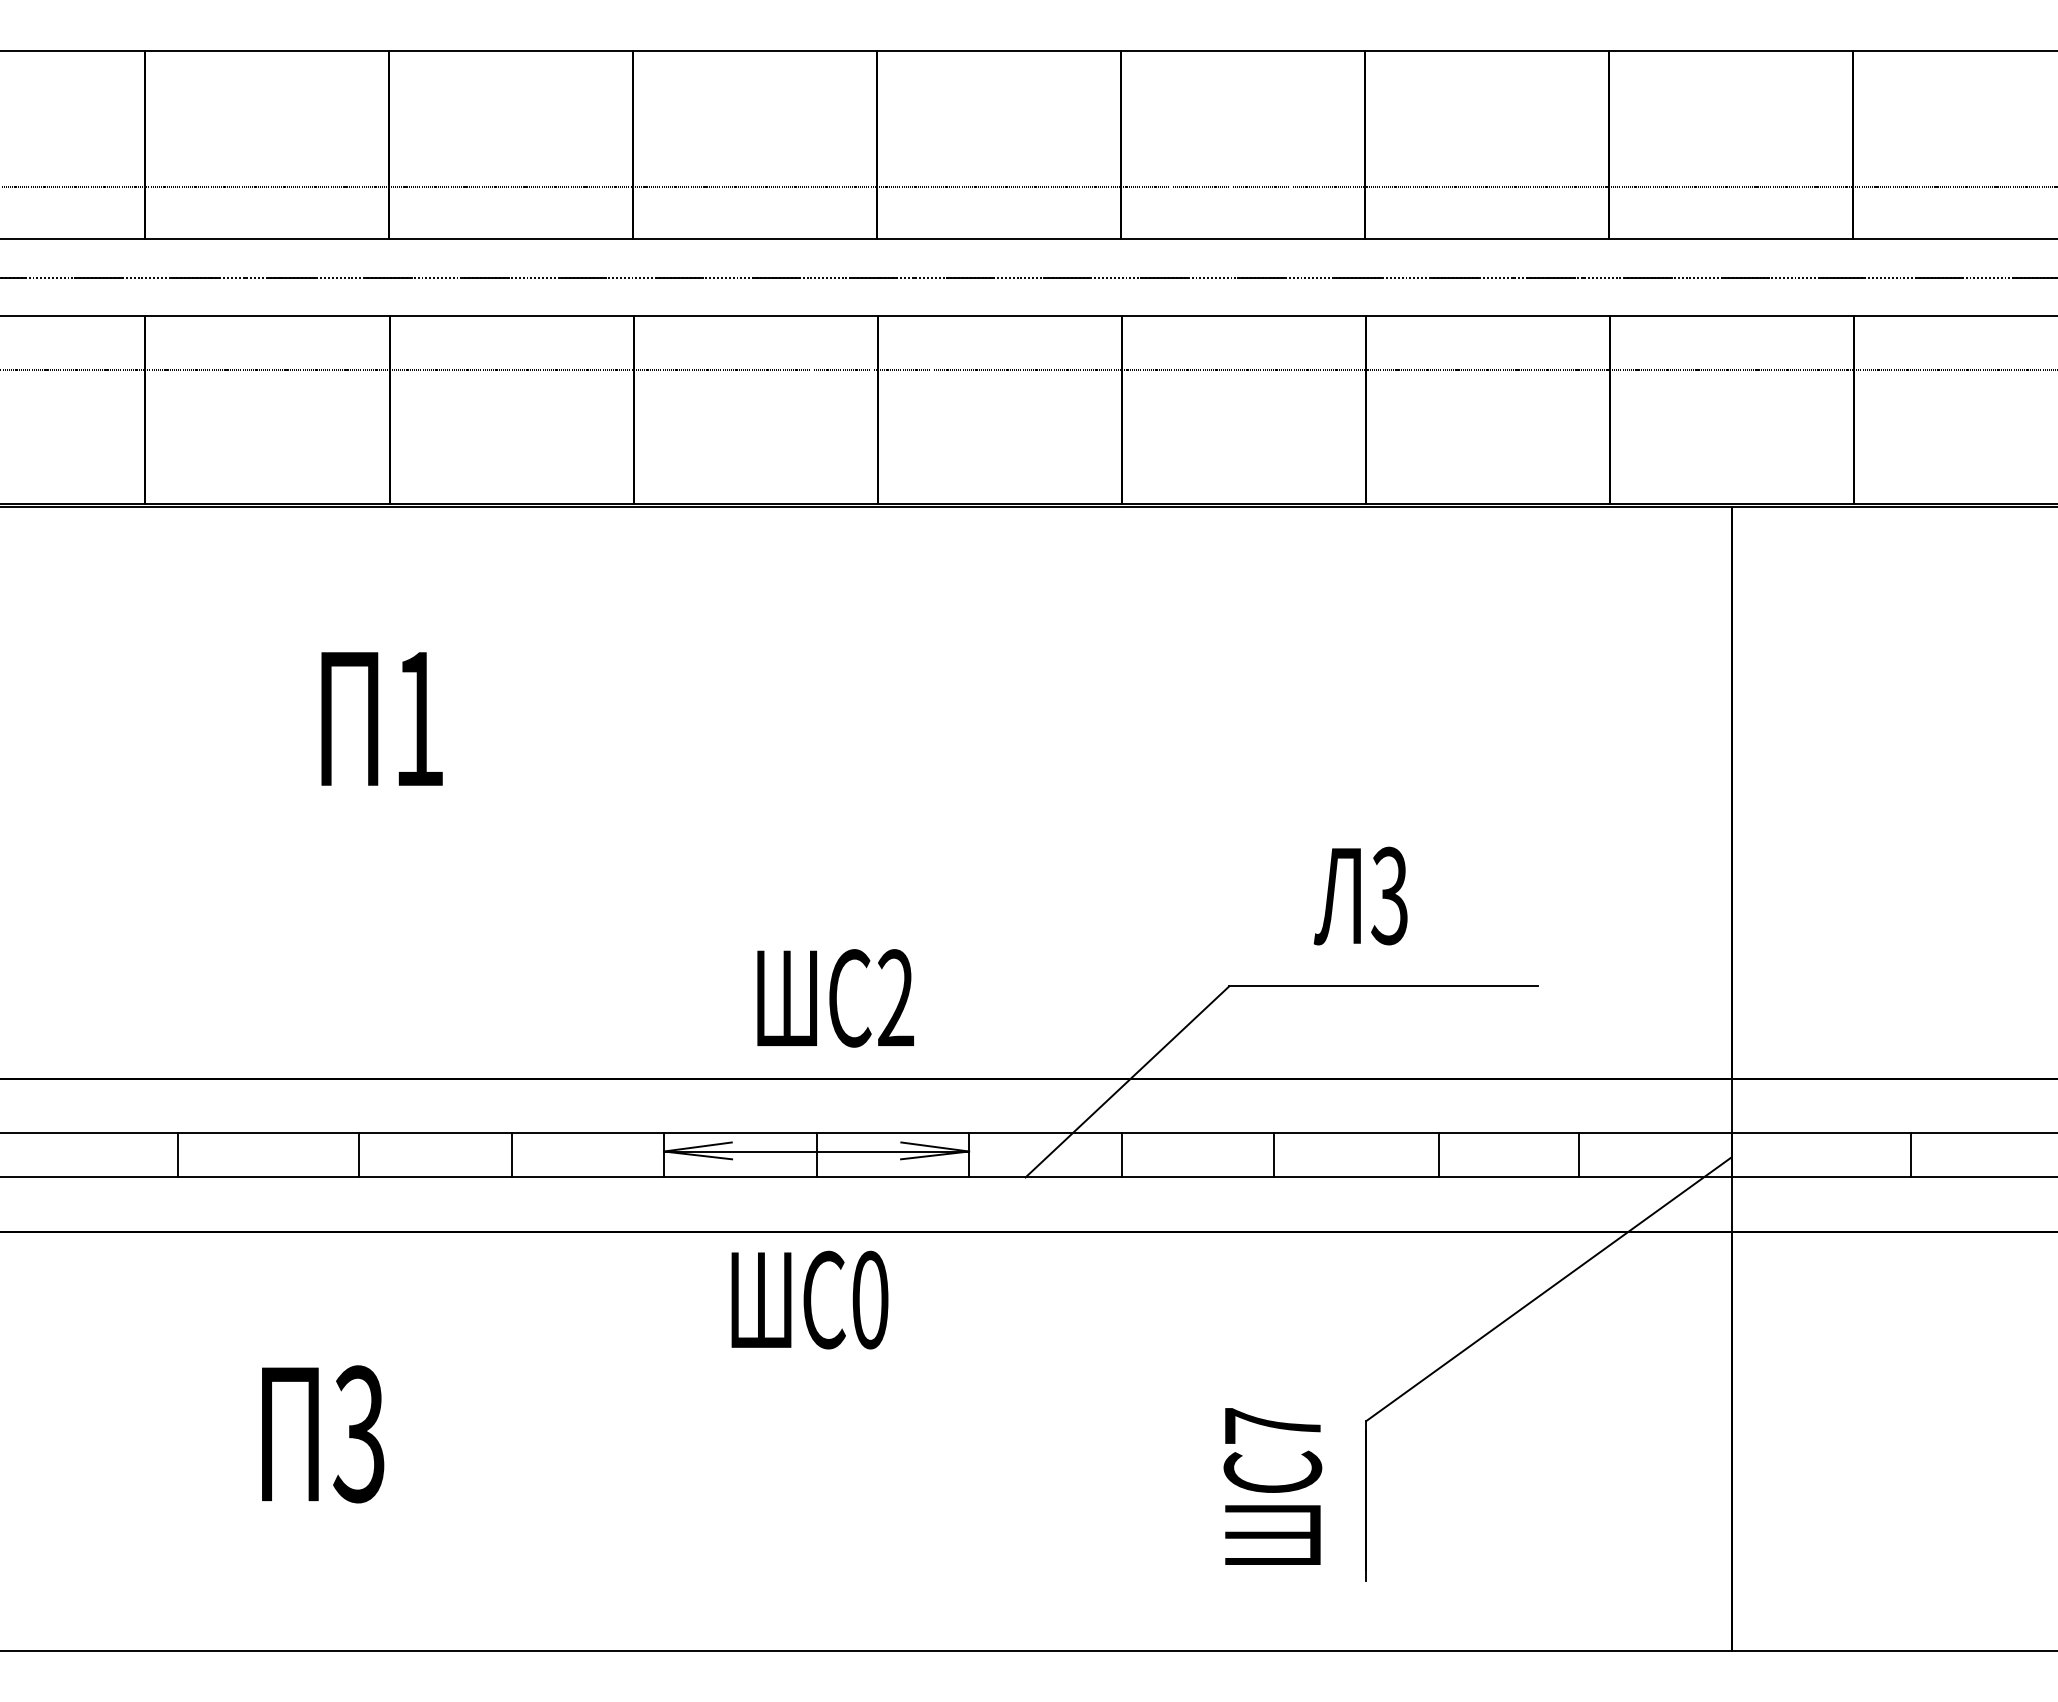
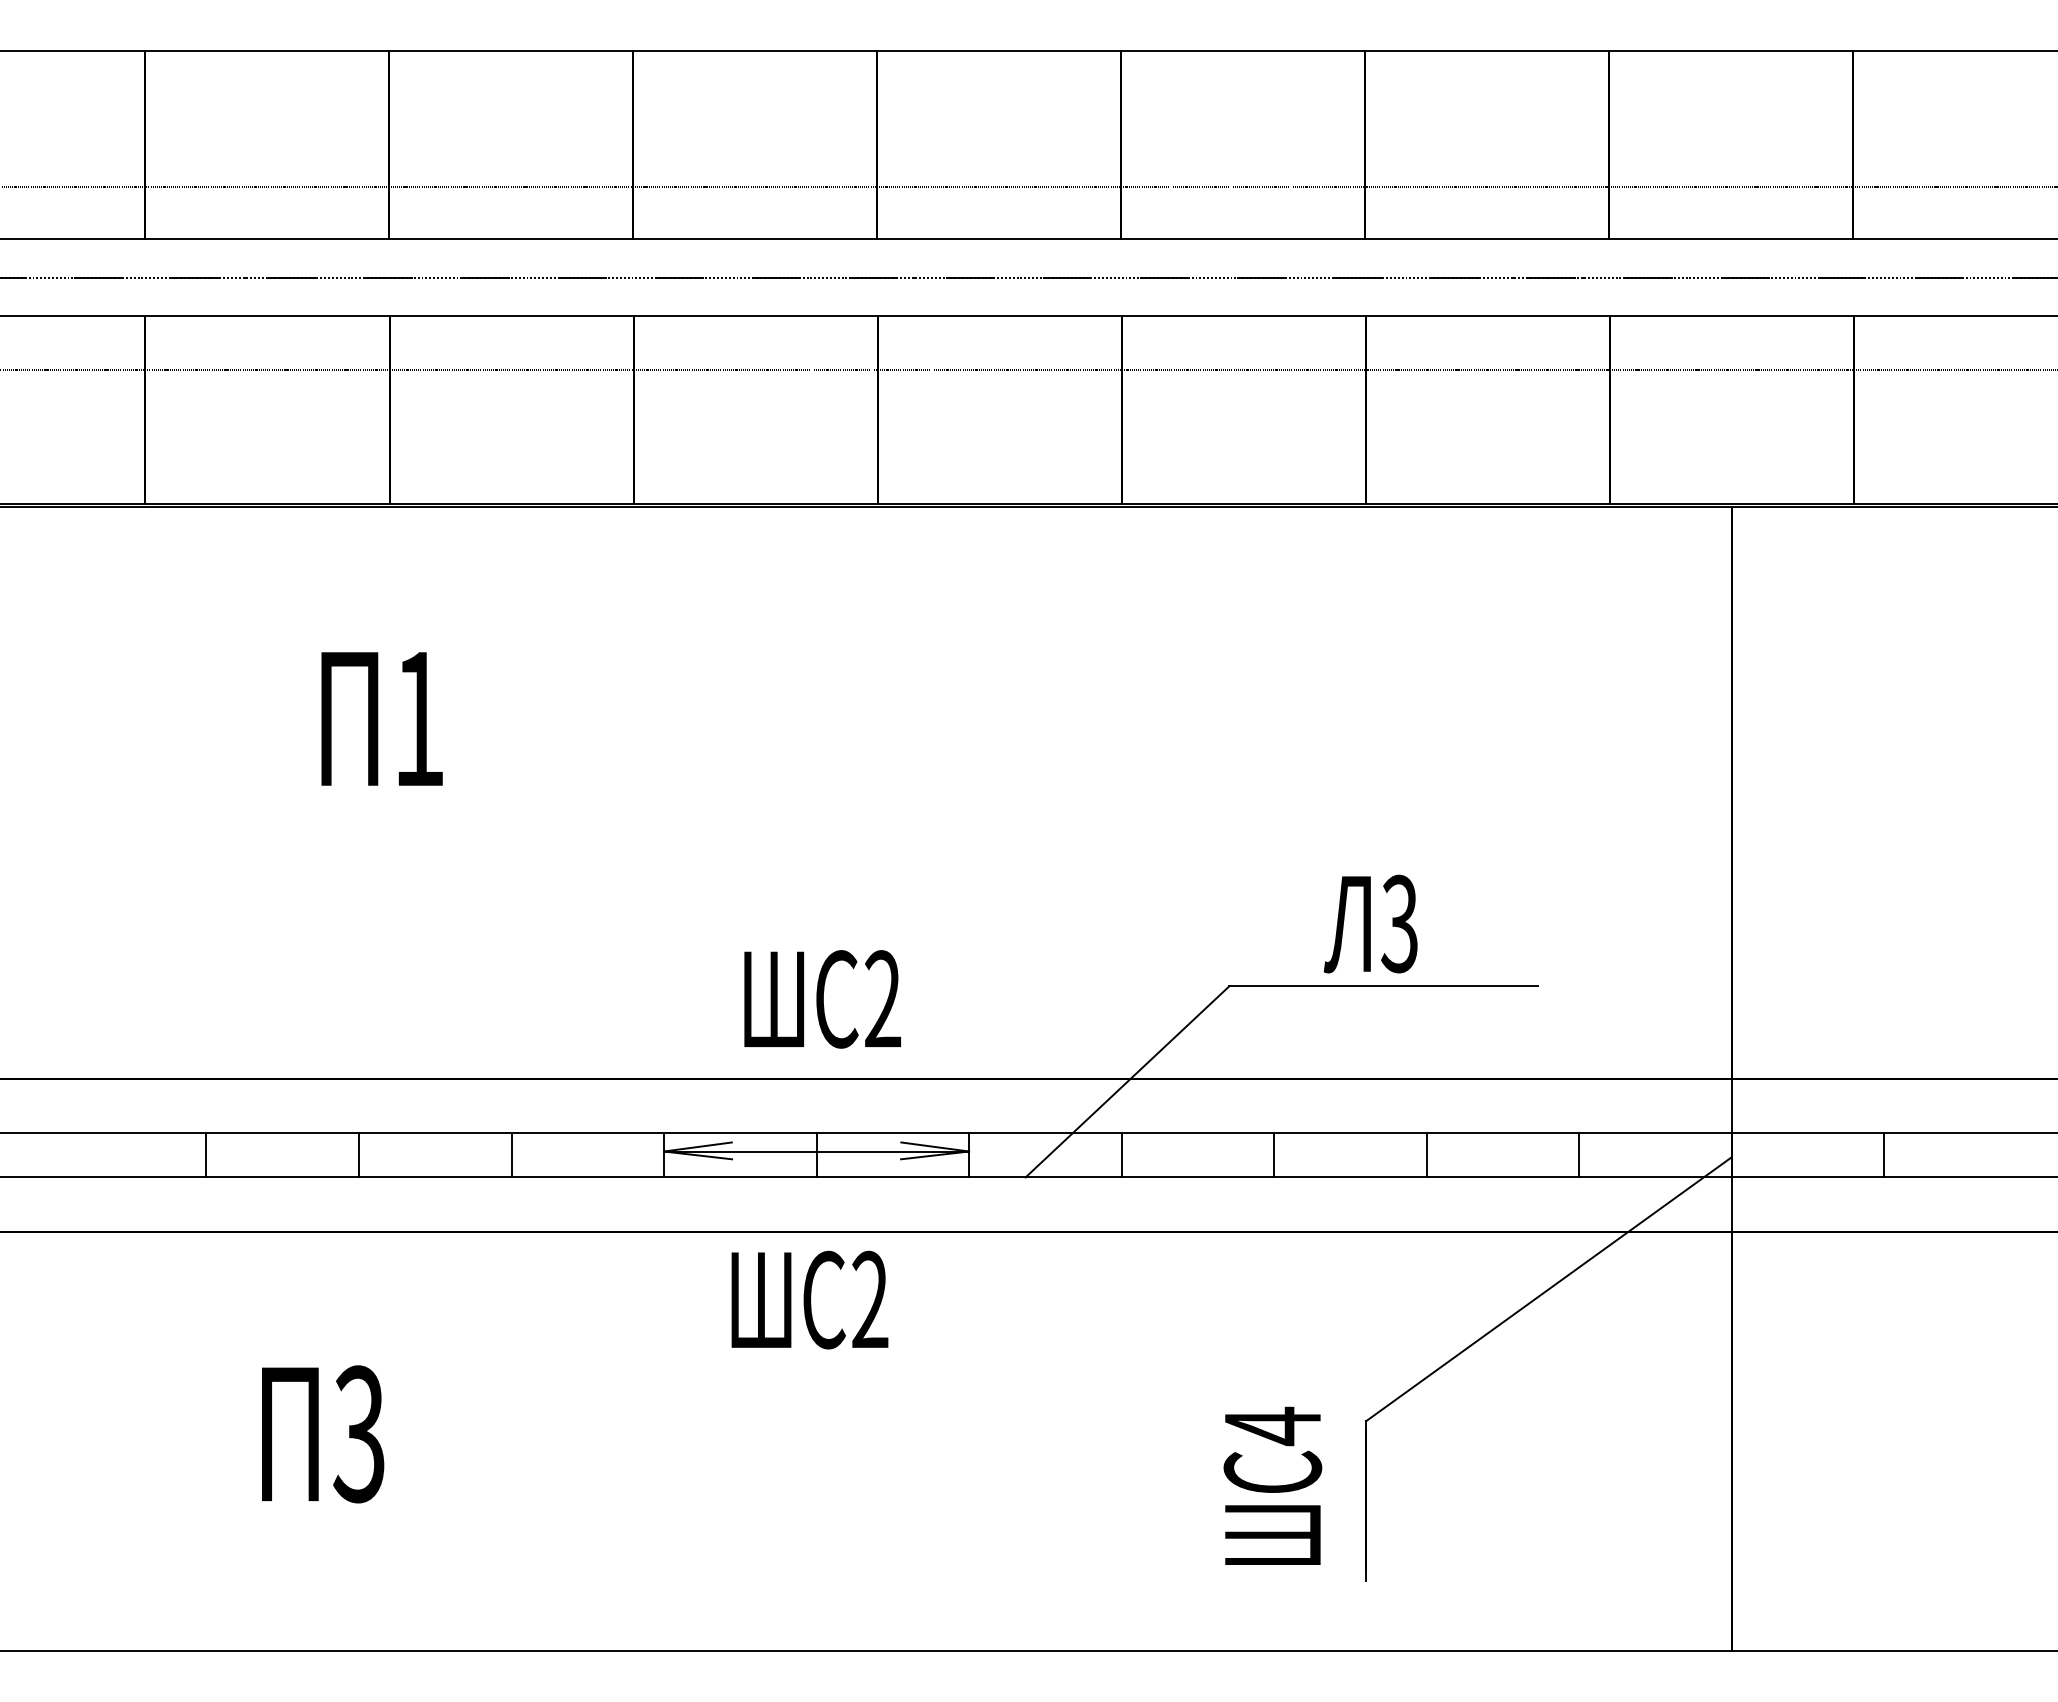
text at (1360, 895) position: (1360, 895) -> (1370, 923)
text at (835, 998) position: (835, 998) -> (822, 999)
line at (178, 1155) position: (178, 1155) -> (206, 1155)
line at (1438, 1155) position: (1438, 1155) -> (1426, 1155)
line at (1911, 1155) position: (1911, 1155) -> (1884, 1155)
text at (870, 1299): C0 -> C2
text at (1272, 1426): 7 -> 4
